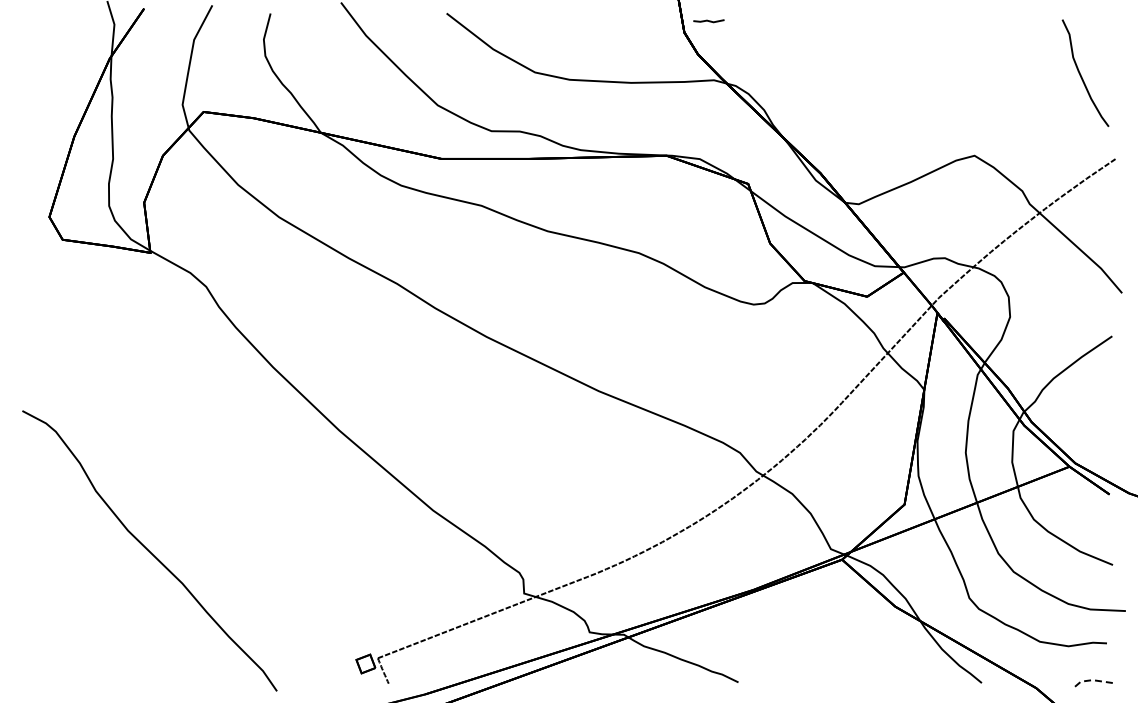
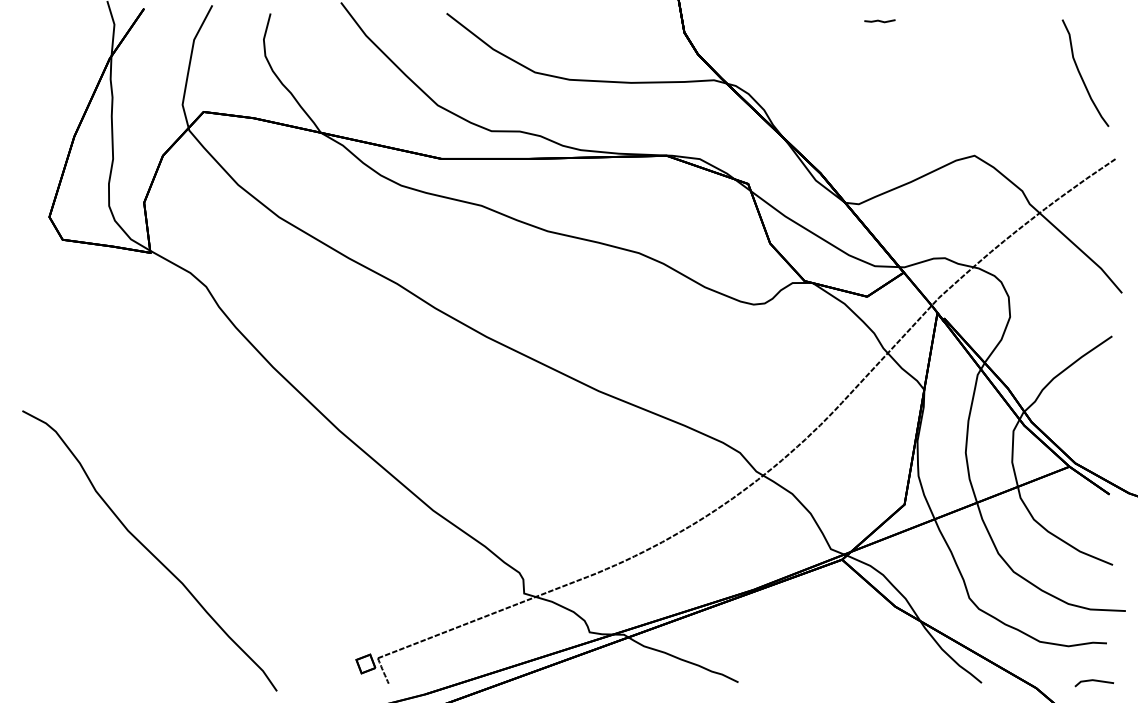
line at (708, 21) position: (708, 21) -> (879, 21)
line at (1092, 680): dashed -> solid
